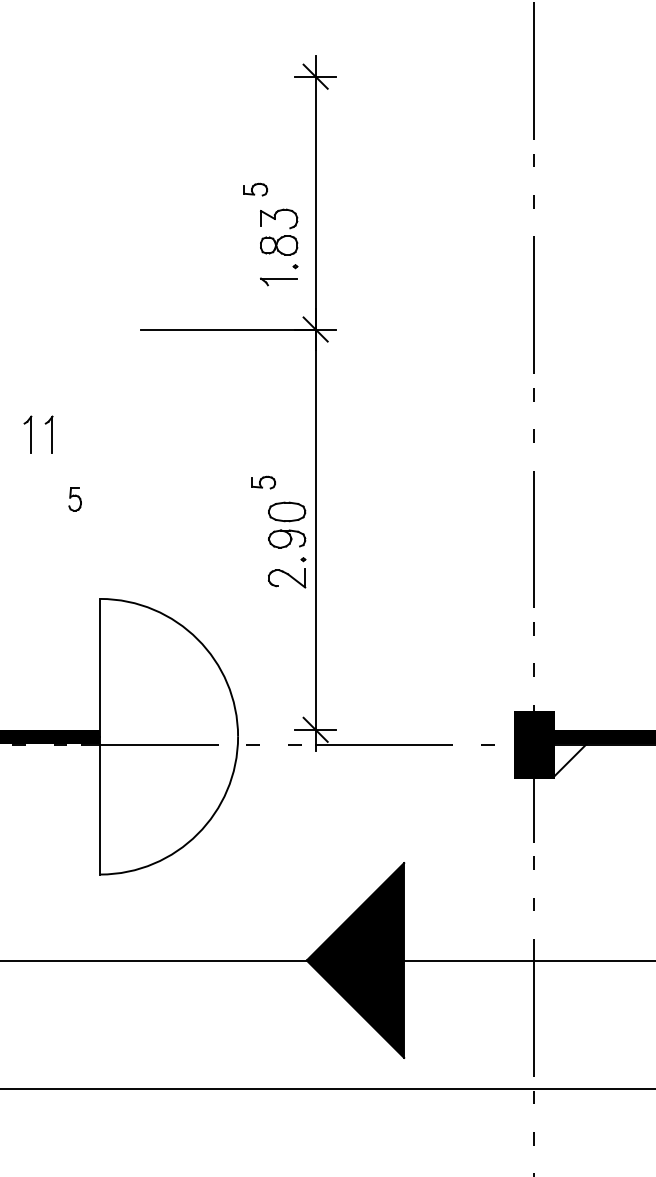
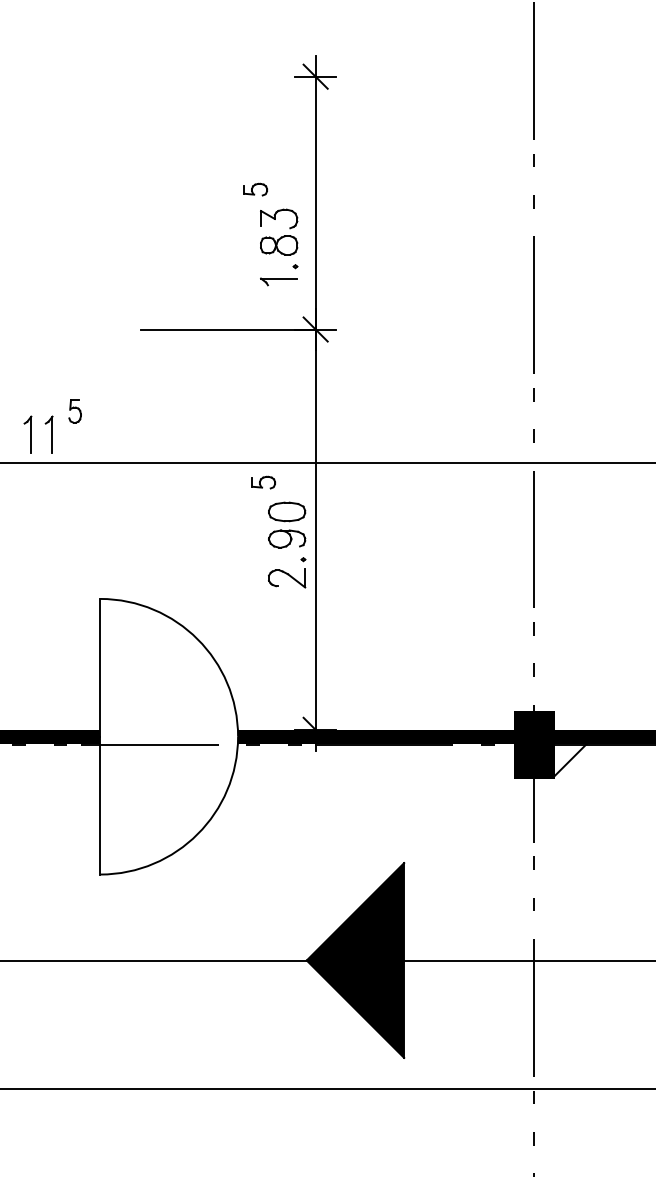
line at (327, 463): none -> present
part at (74, 499) position: (74, 499) -> (74, 411)
fill at (375, 736): none -> present
